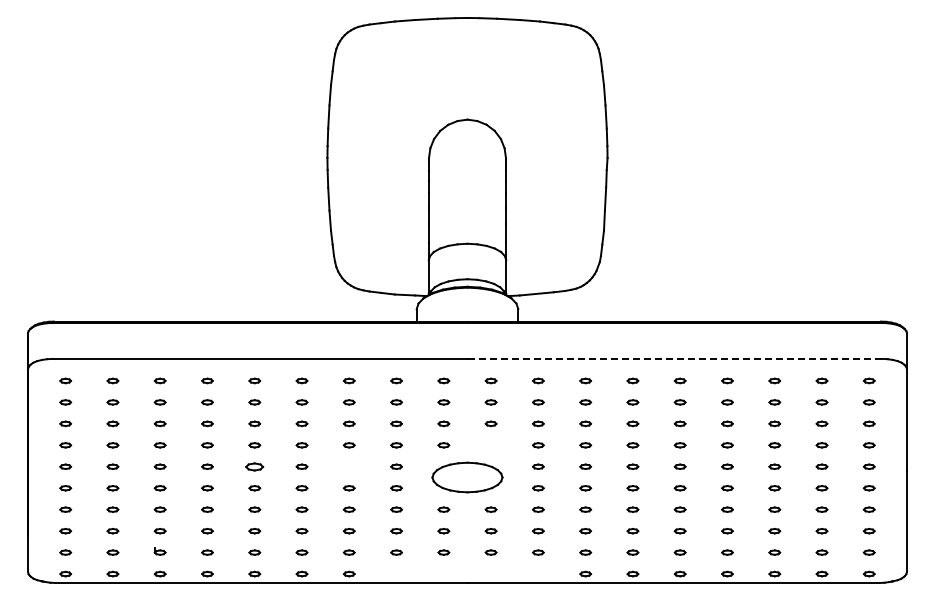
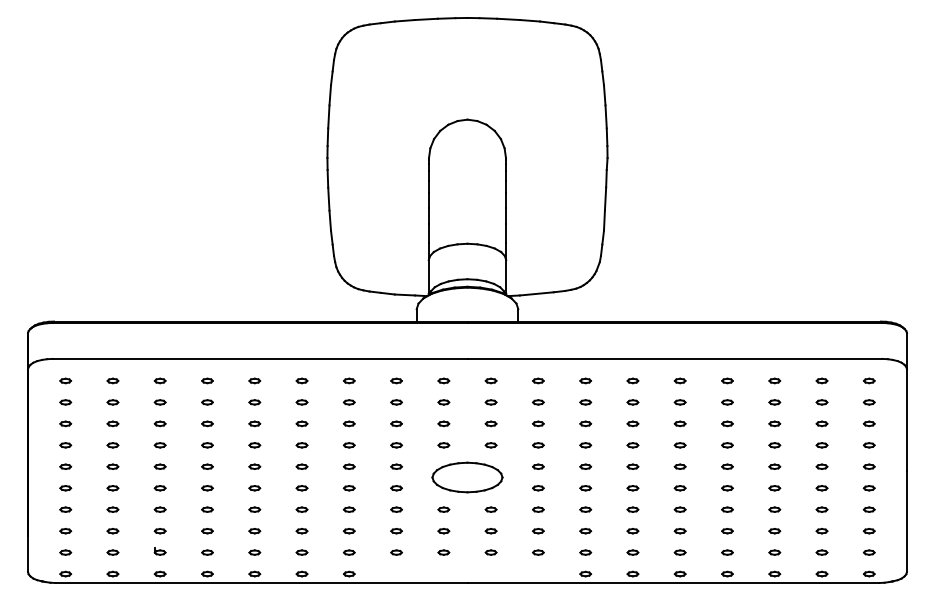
line at (675, 358): dashed -> solid
part at (490, 445): none -> present
part at (254, 466) size: 20x10 px -> 14x7 px
part at (348, 466): none -> present
